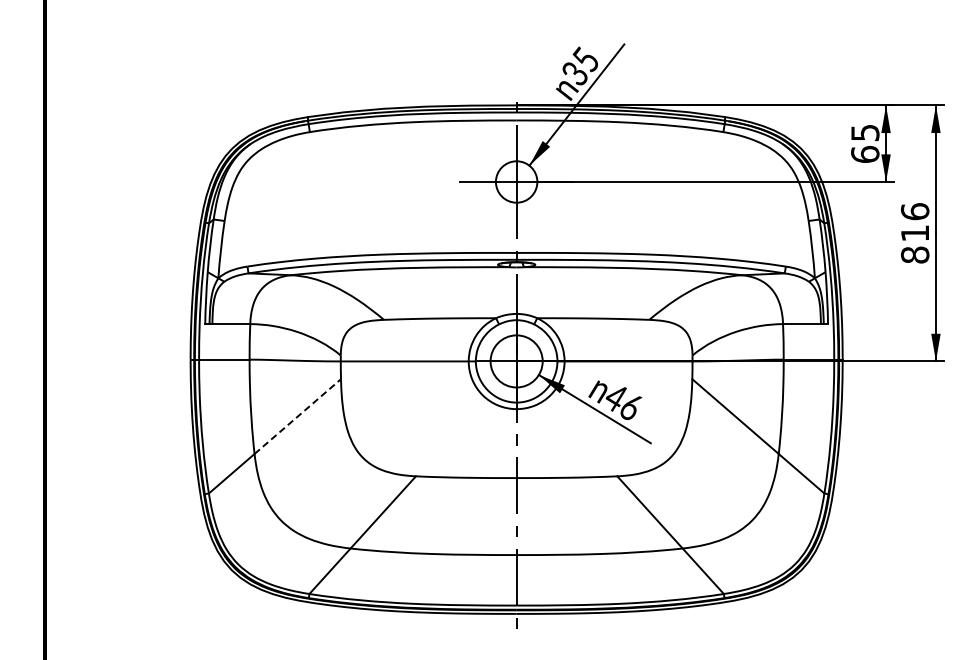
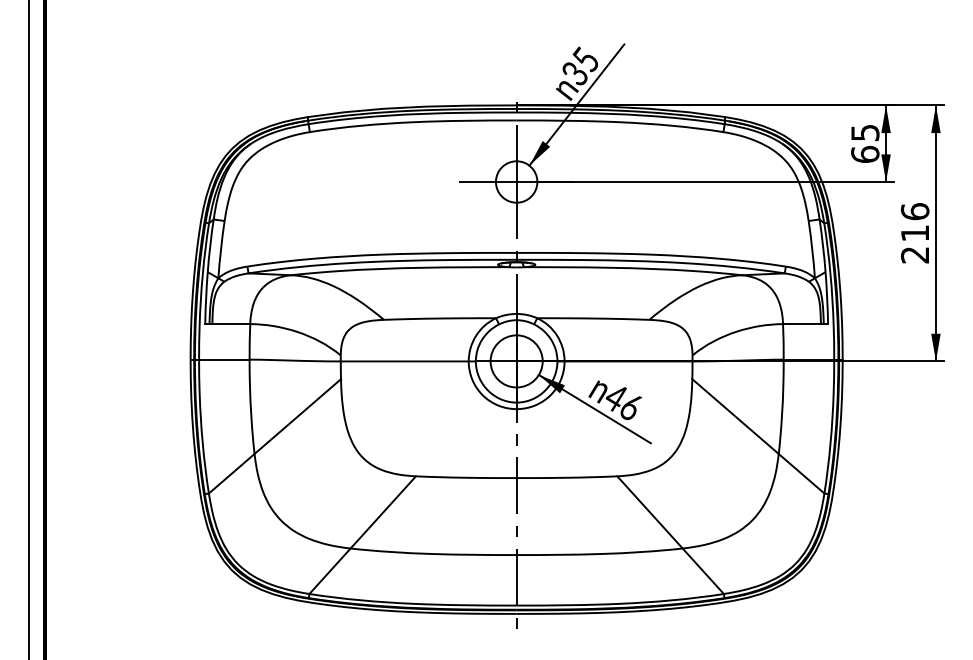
text at (915, 254): 816 -> 216
line at (29, 329): none -> present
line at (298, 416): dashed -> solid
